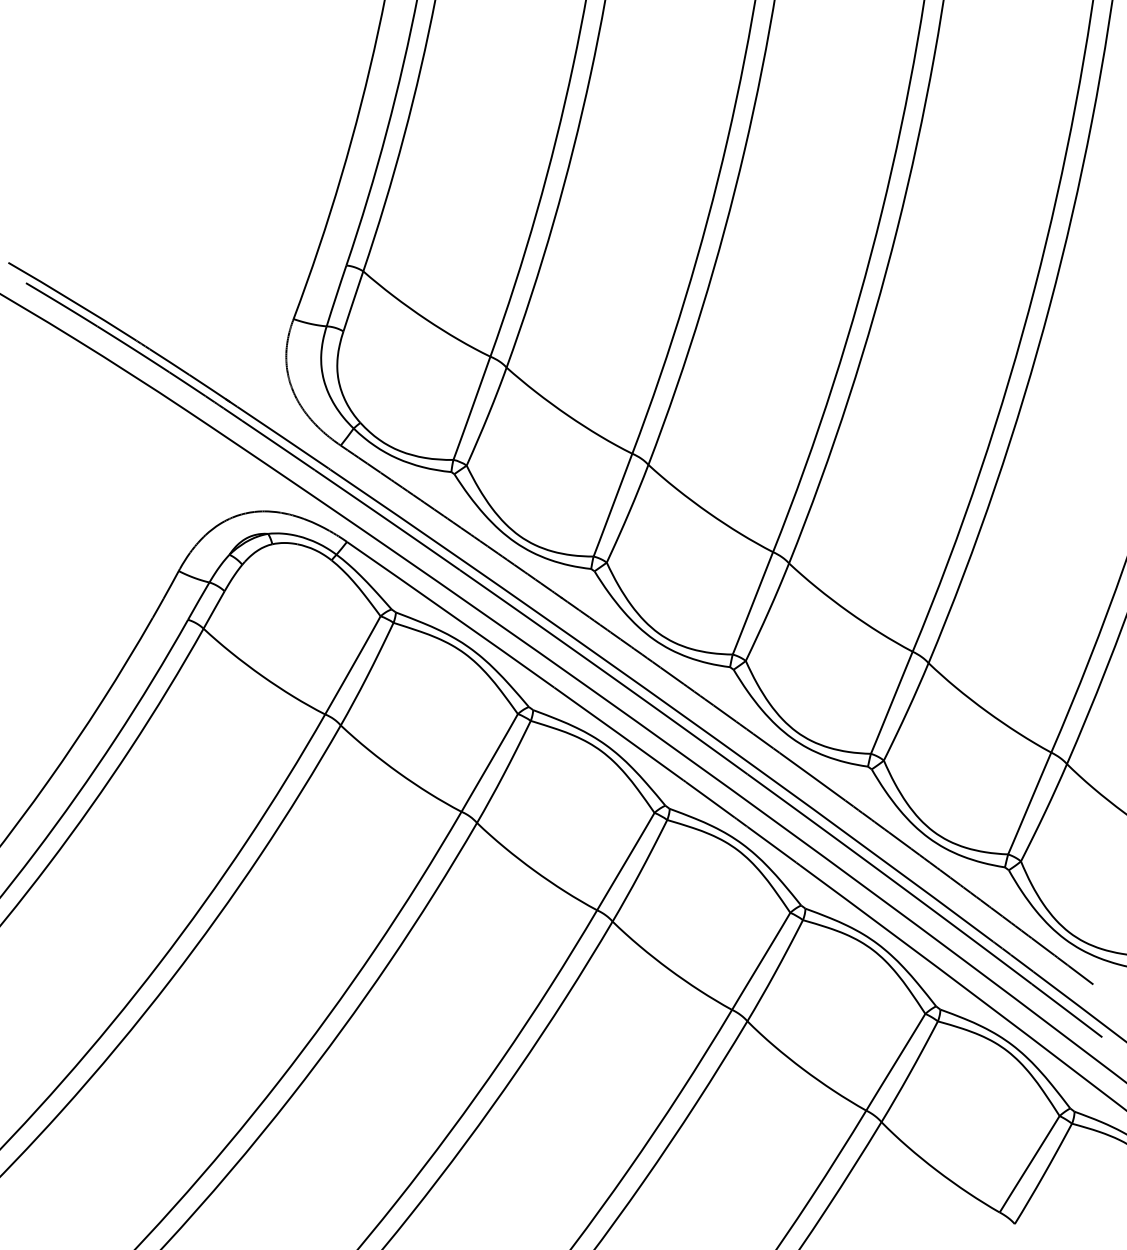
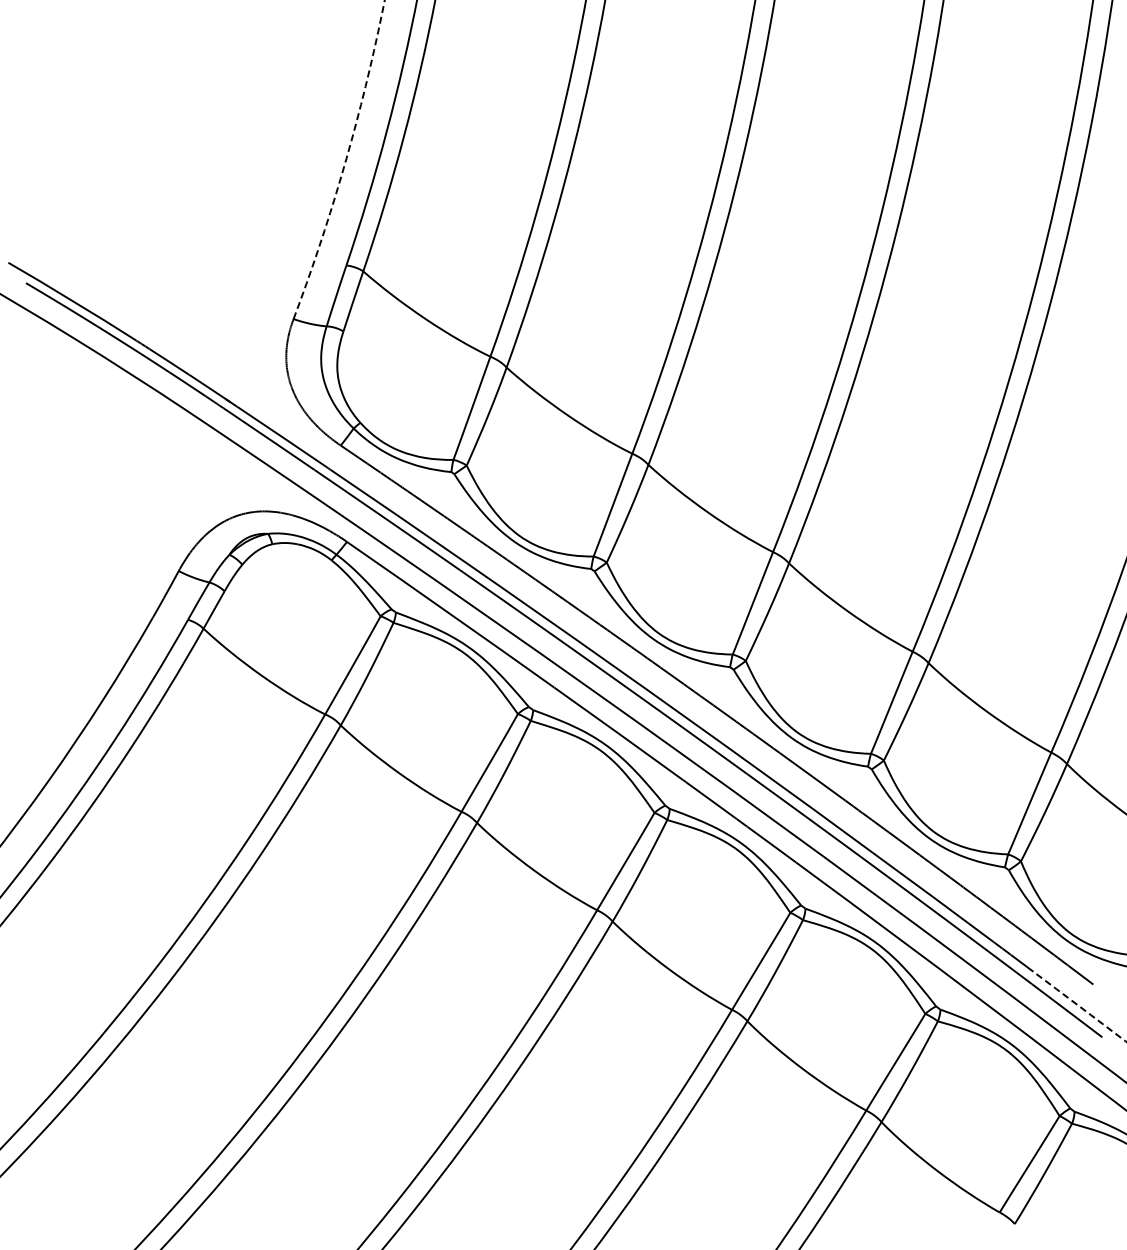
arc at (345, 160): solid -> dashed
arc at (1079, 1006): solid -> dashed
